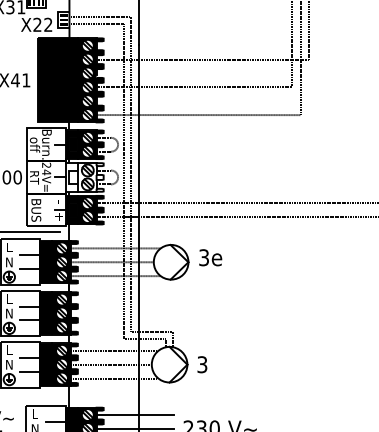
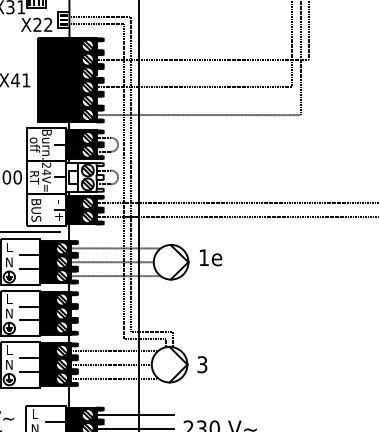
text at (203, 257): 3e -> 1e
